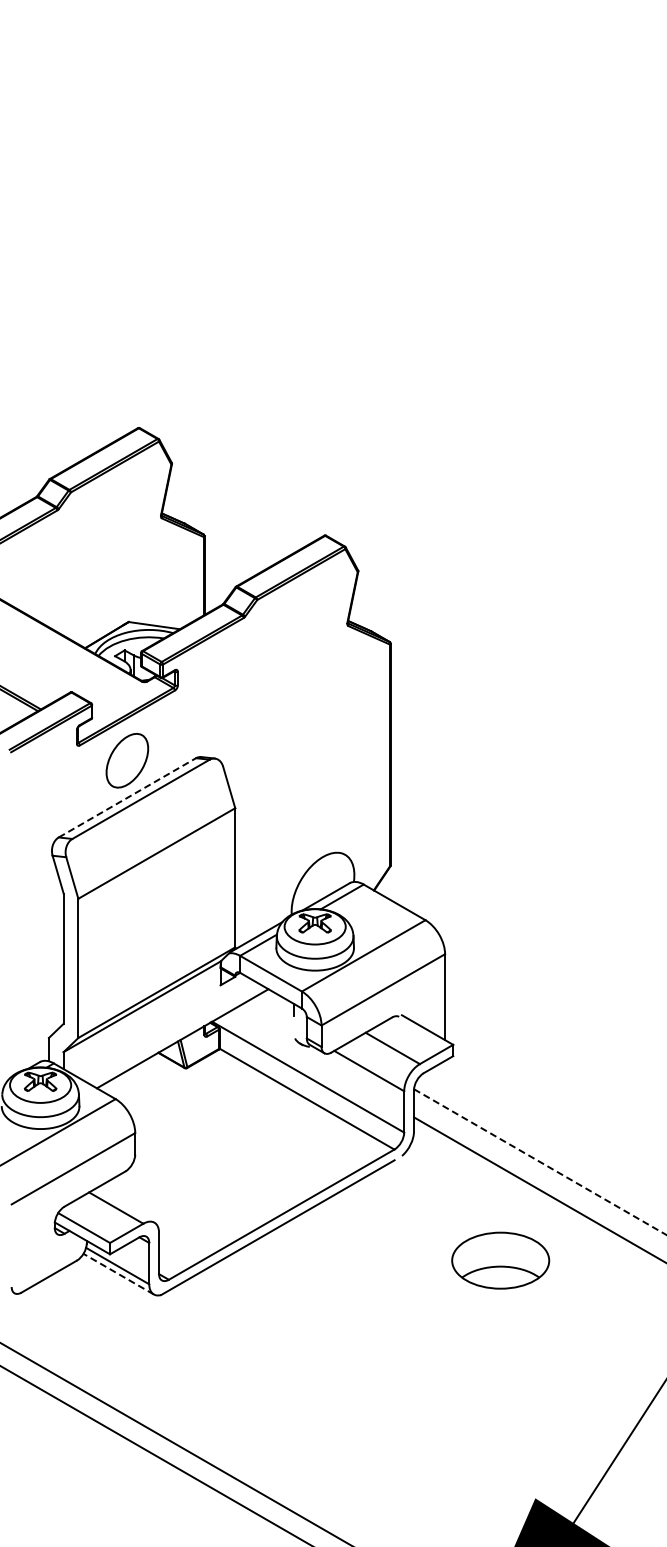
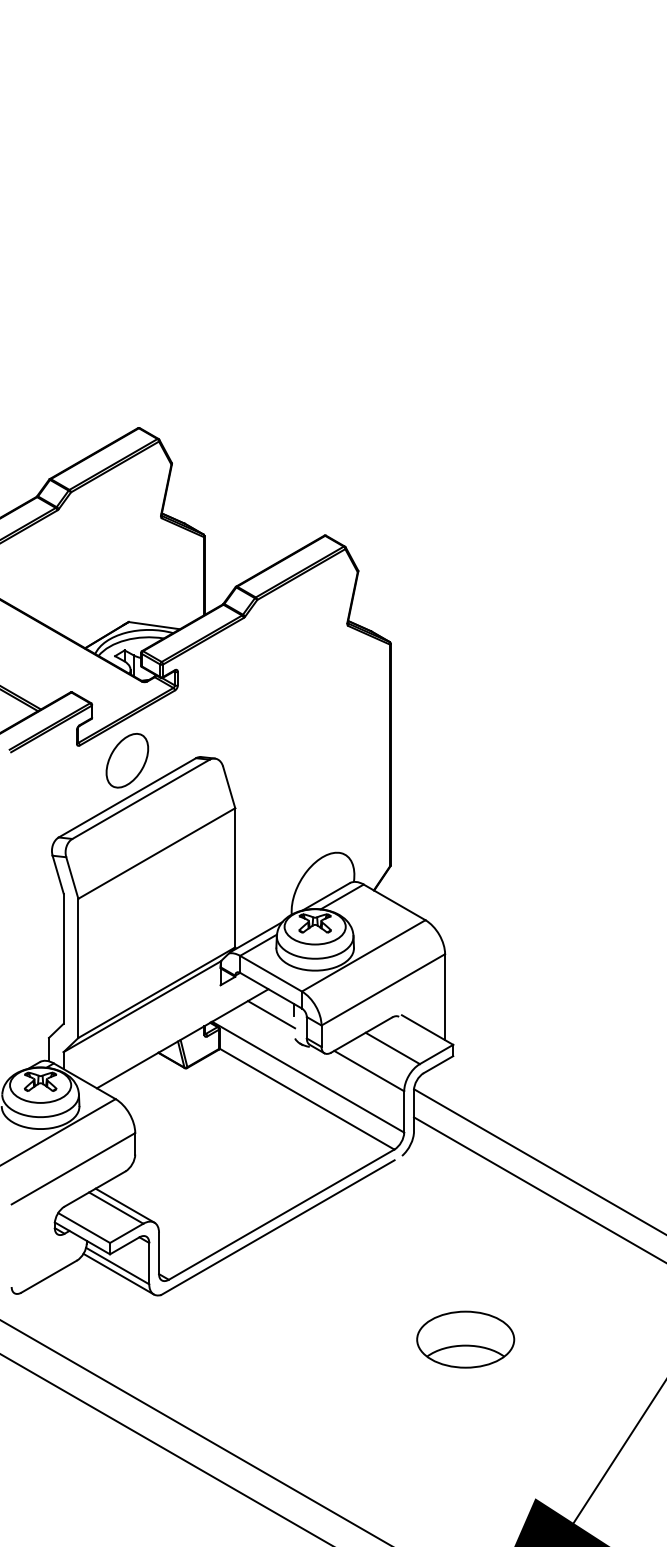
line at (127, 797): dashed -> solid
line at (271, 1014): none -> present
line at (540, 1162): dashed -> solid
line at (124, 1205): none -> present
part at (500, 1260) position: (500, 1260) -> (465, 1339)
line at (118, 1274): dashed -> solid
line at (175, 1443) position: (175, 1443) -> (195, 1432)
line at (155, 1455) position: (155, 1455) -> (165, 1449)
